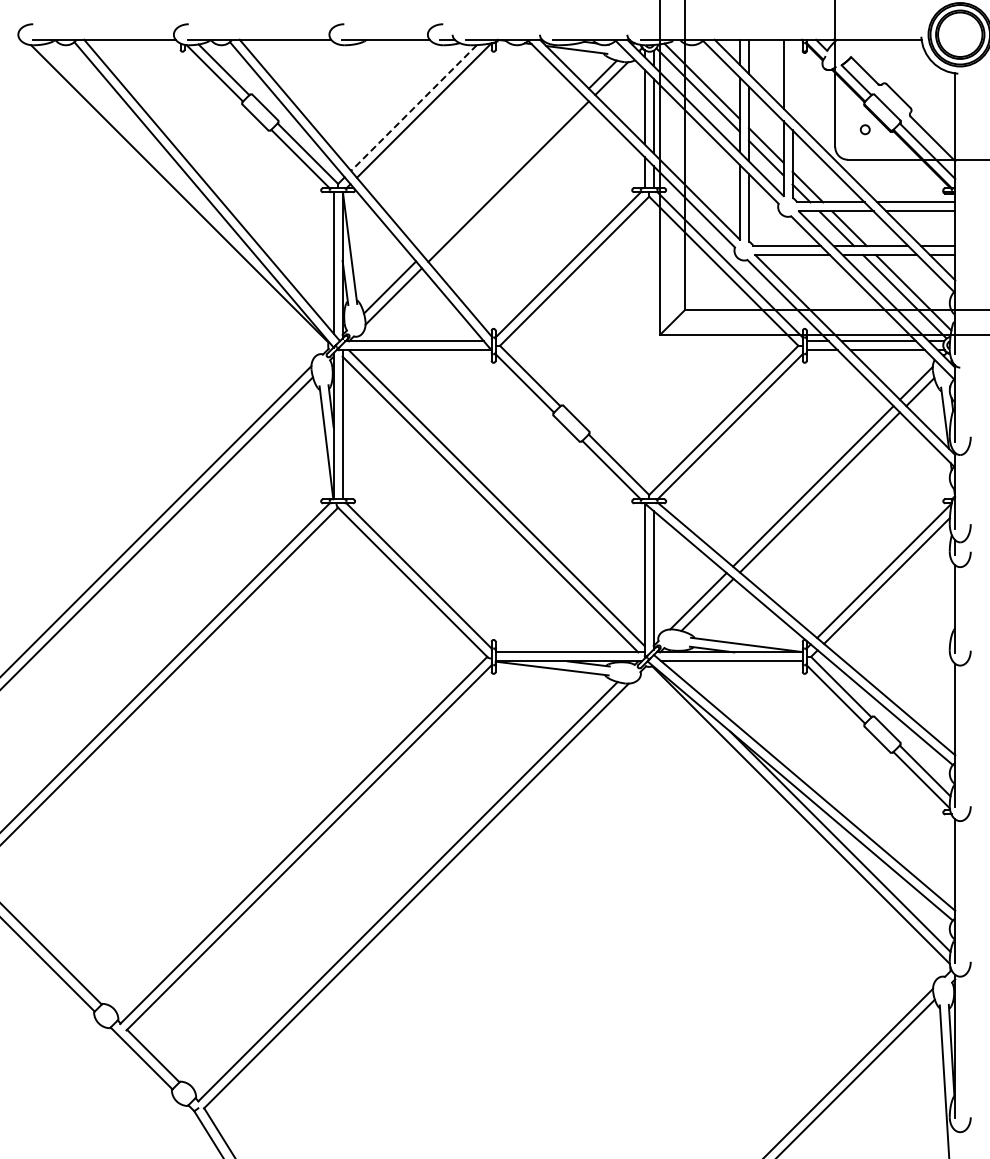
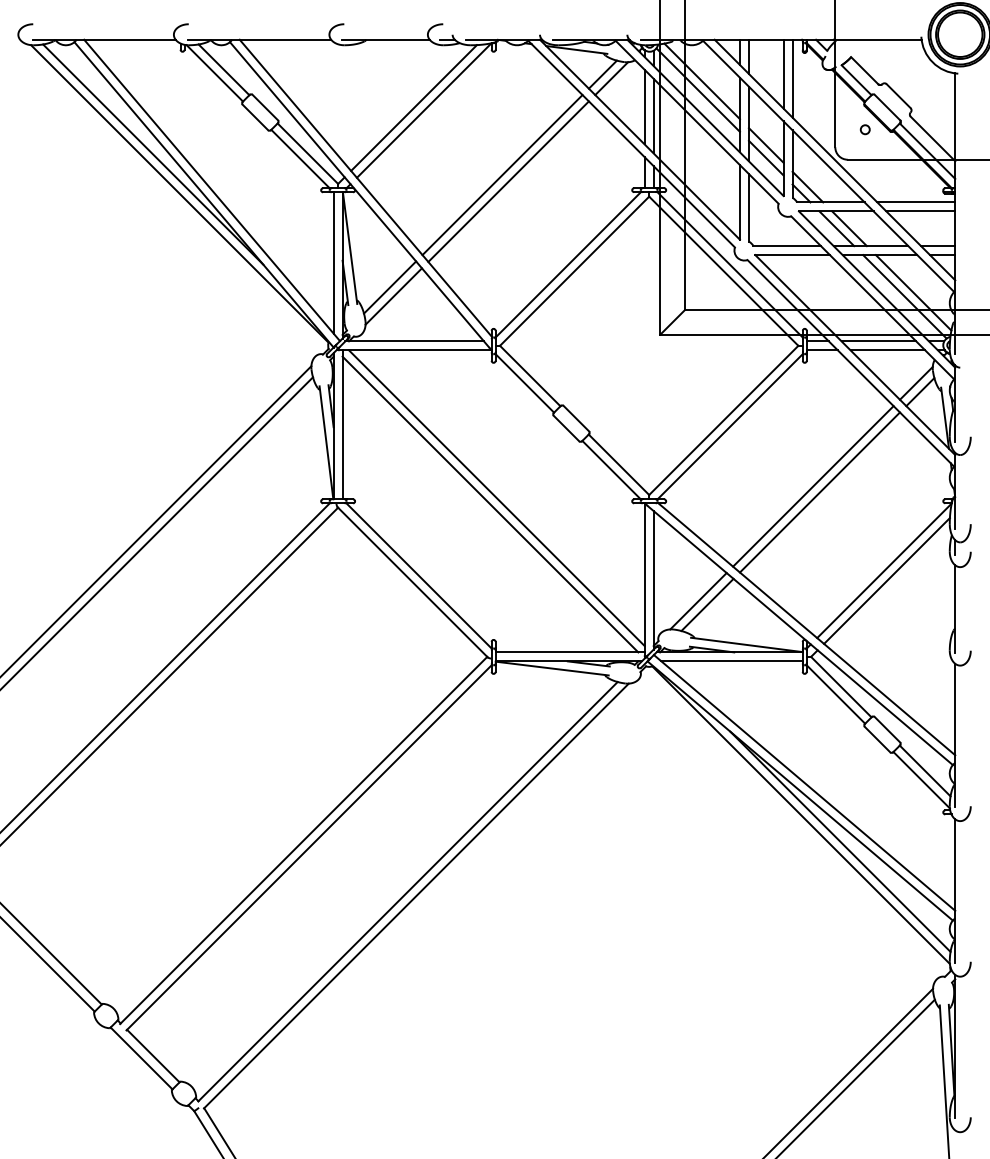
line at (792, 78): none -> present
line at (414, 108): dashed -> solid
line at (153, 154): none -> present
line at (502, 175): none -> present
